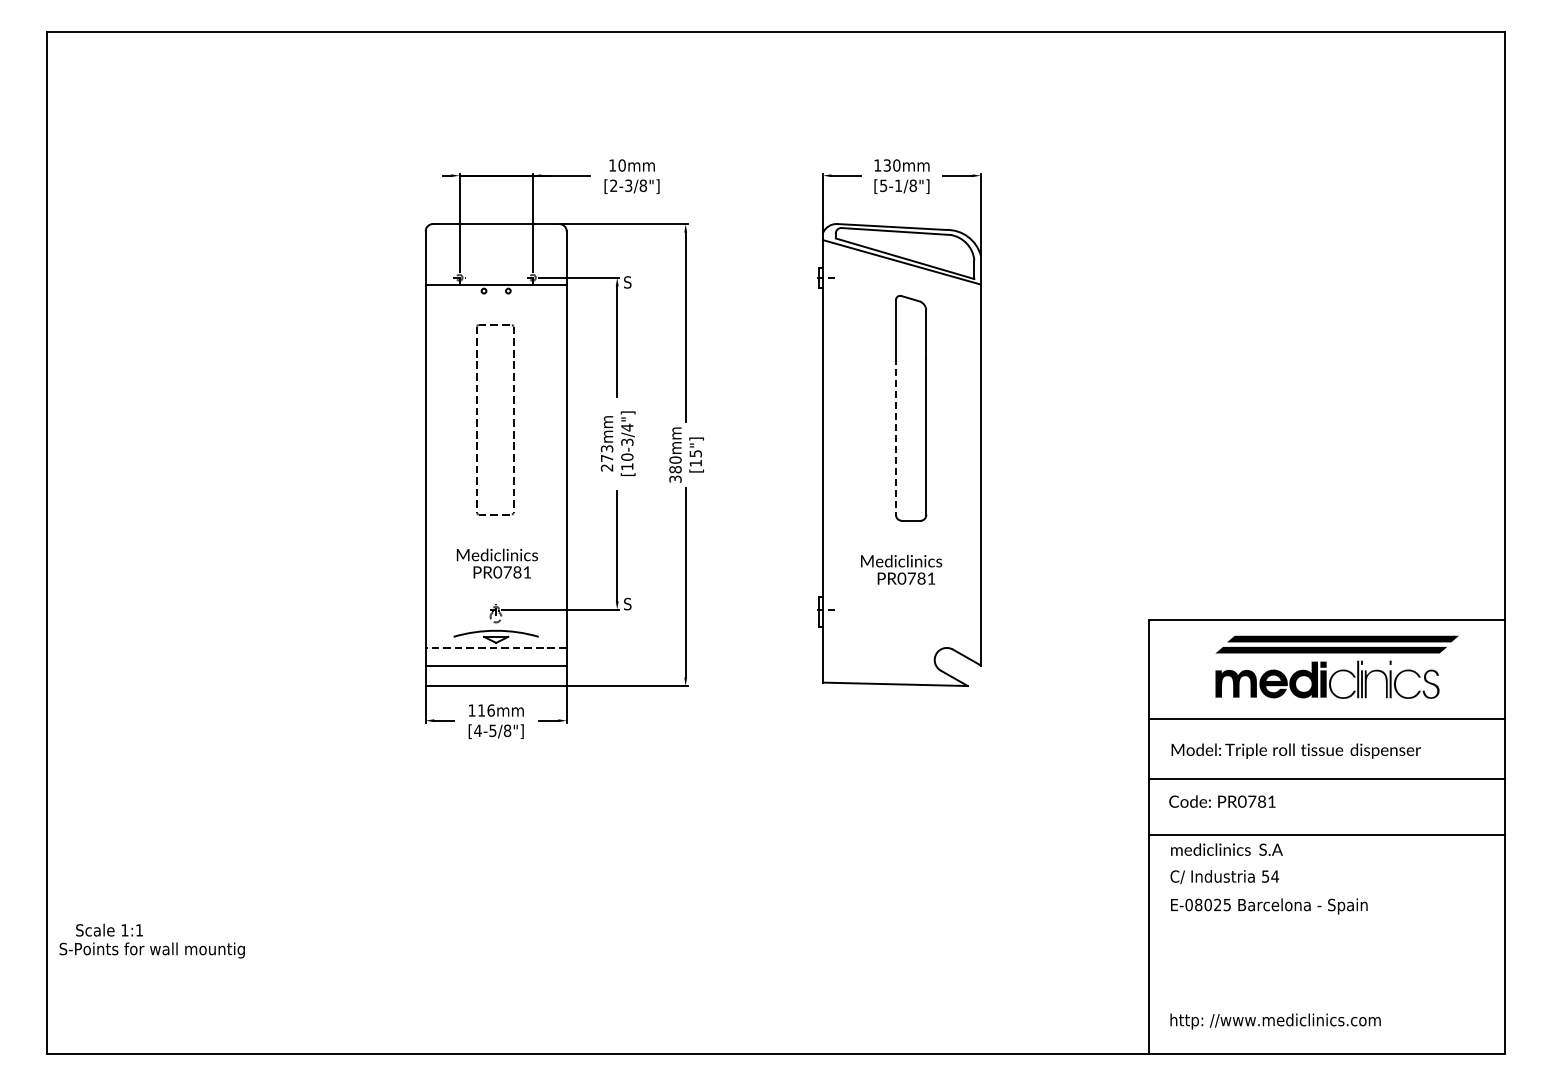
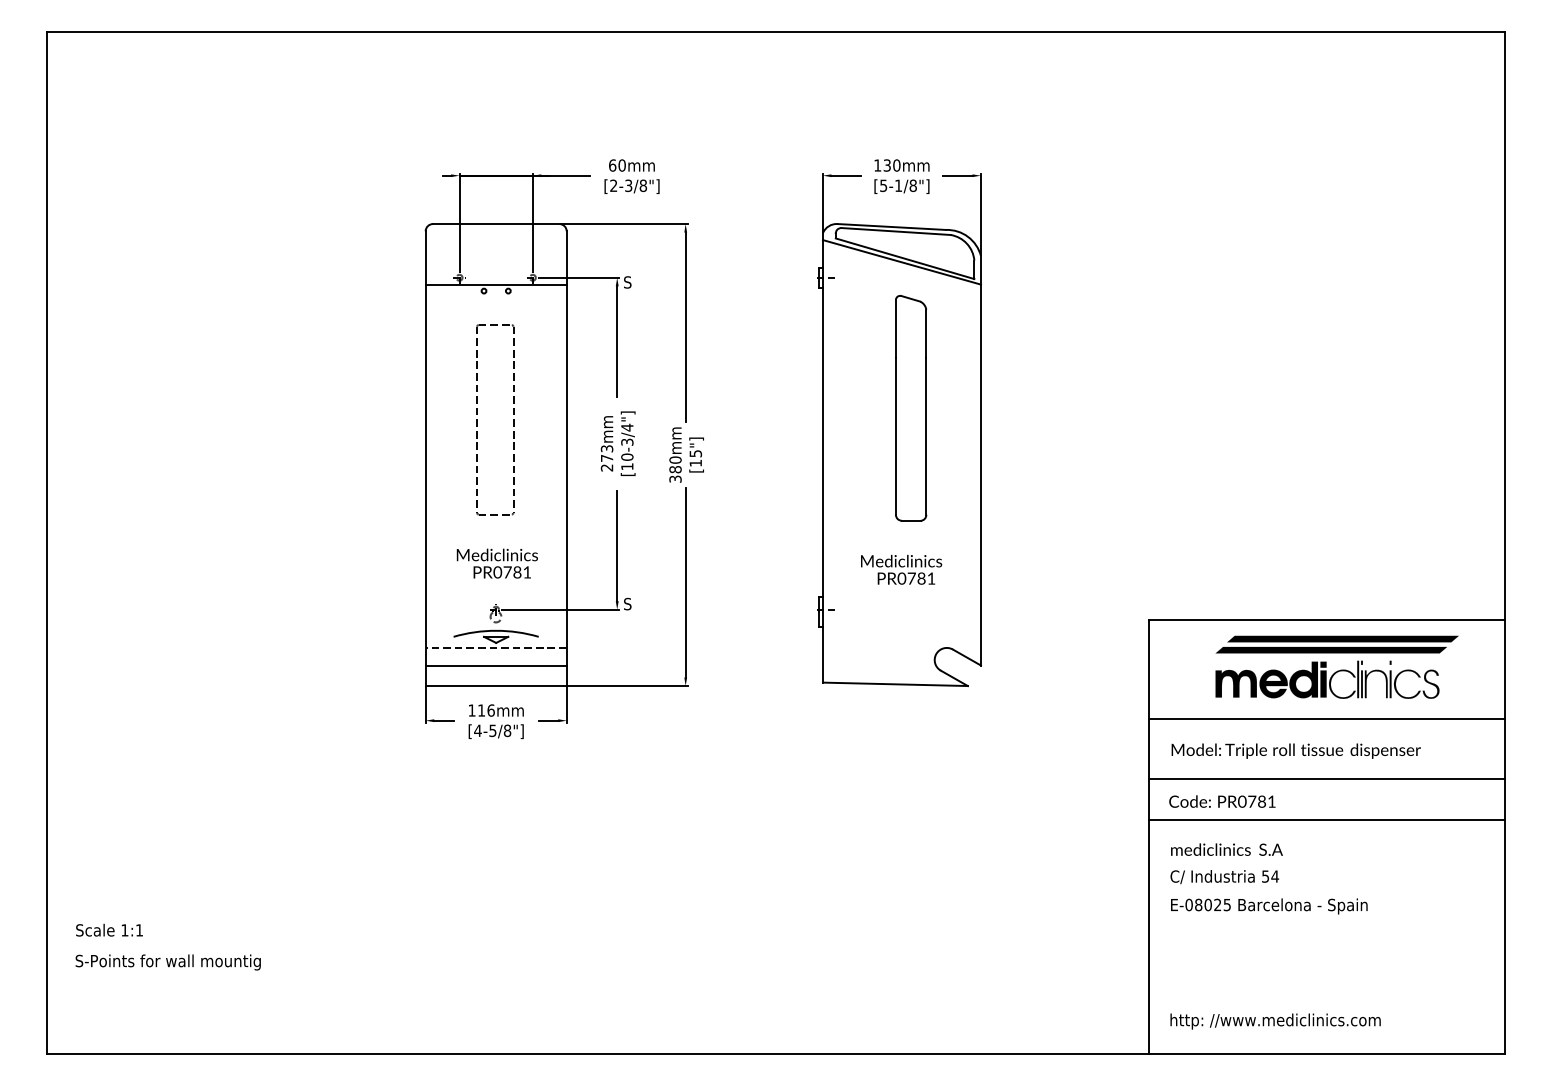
text at (612, 165): 10mm -> 60mm
line at (895, 436): dashed -> solid
line at (1326, 834) position: (1326, 834) -> (1326, 819)
text at (151, 950) position: (151, 950) -> (167, 962)
